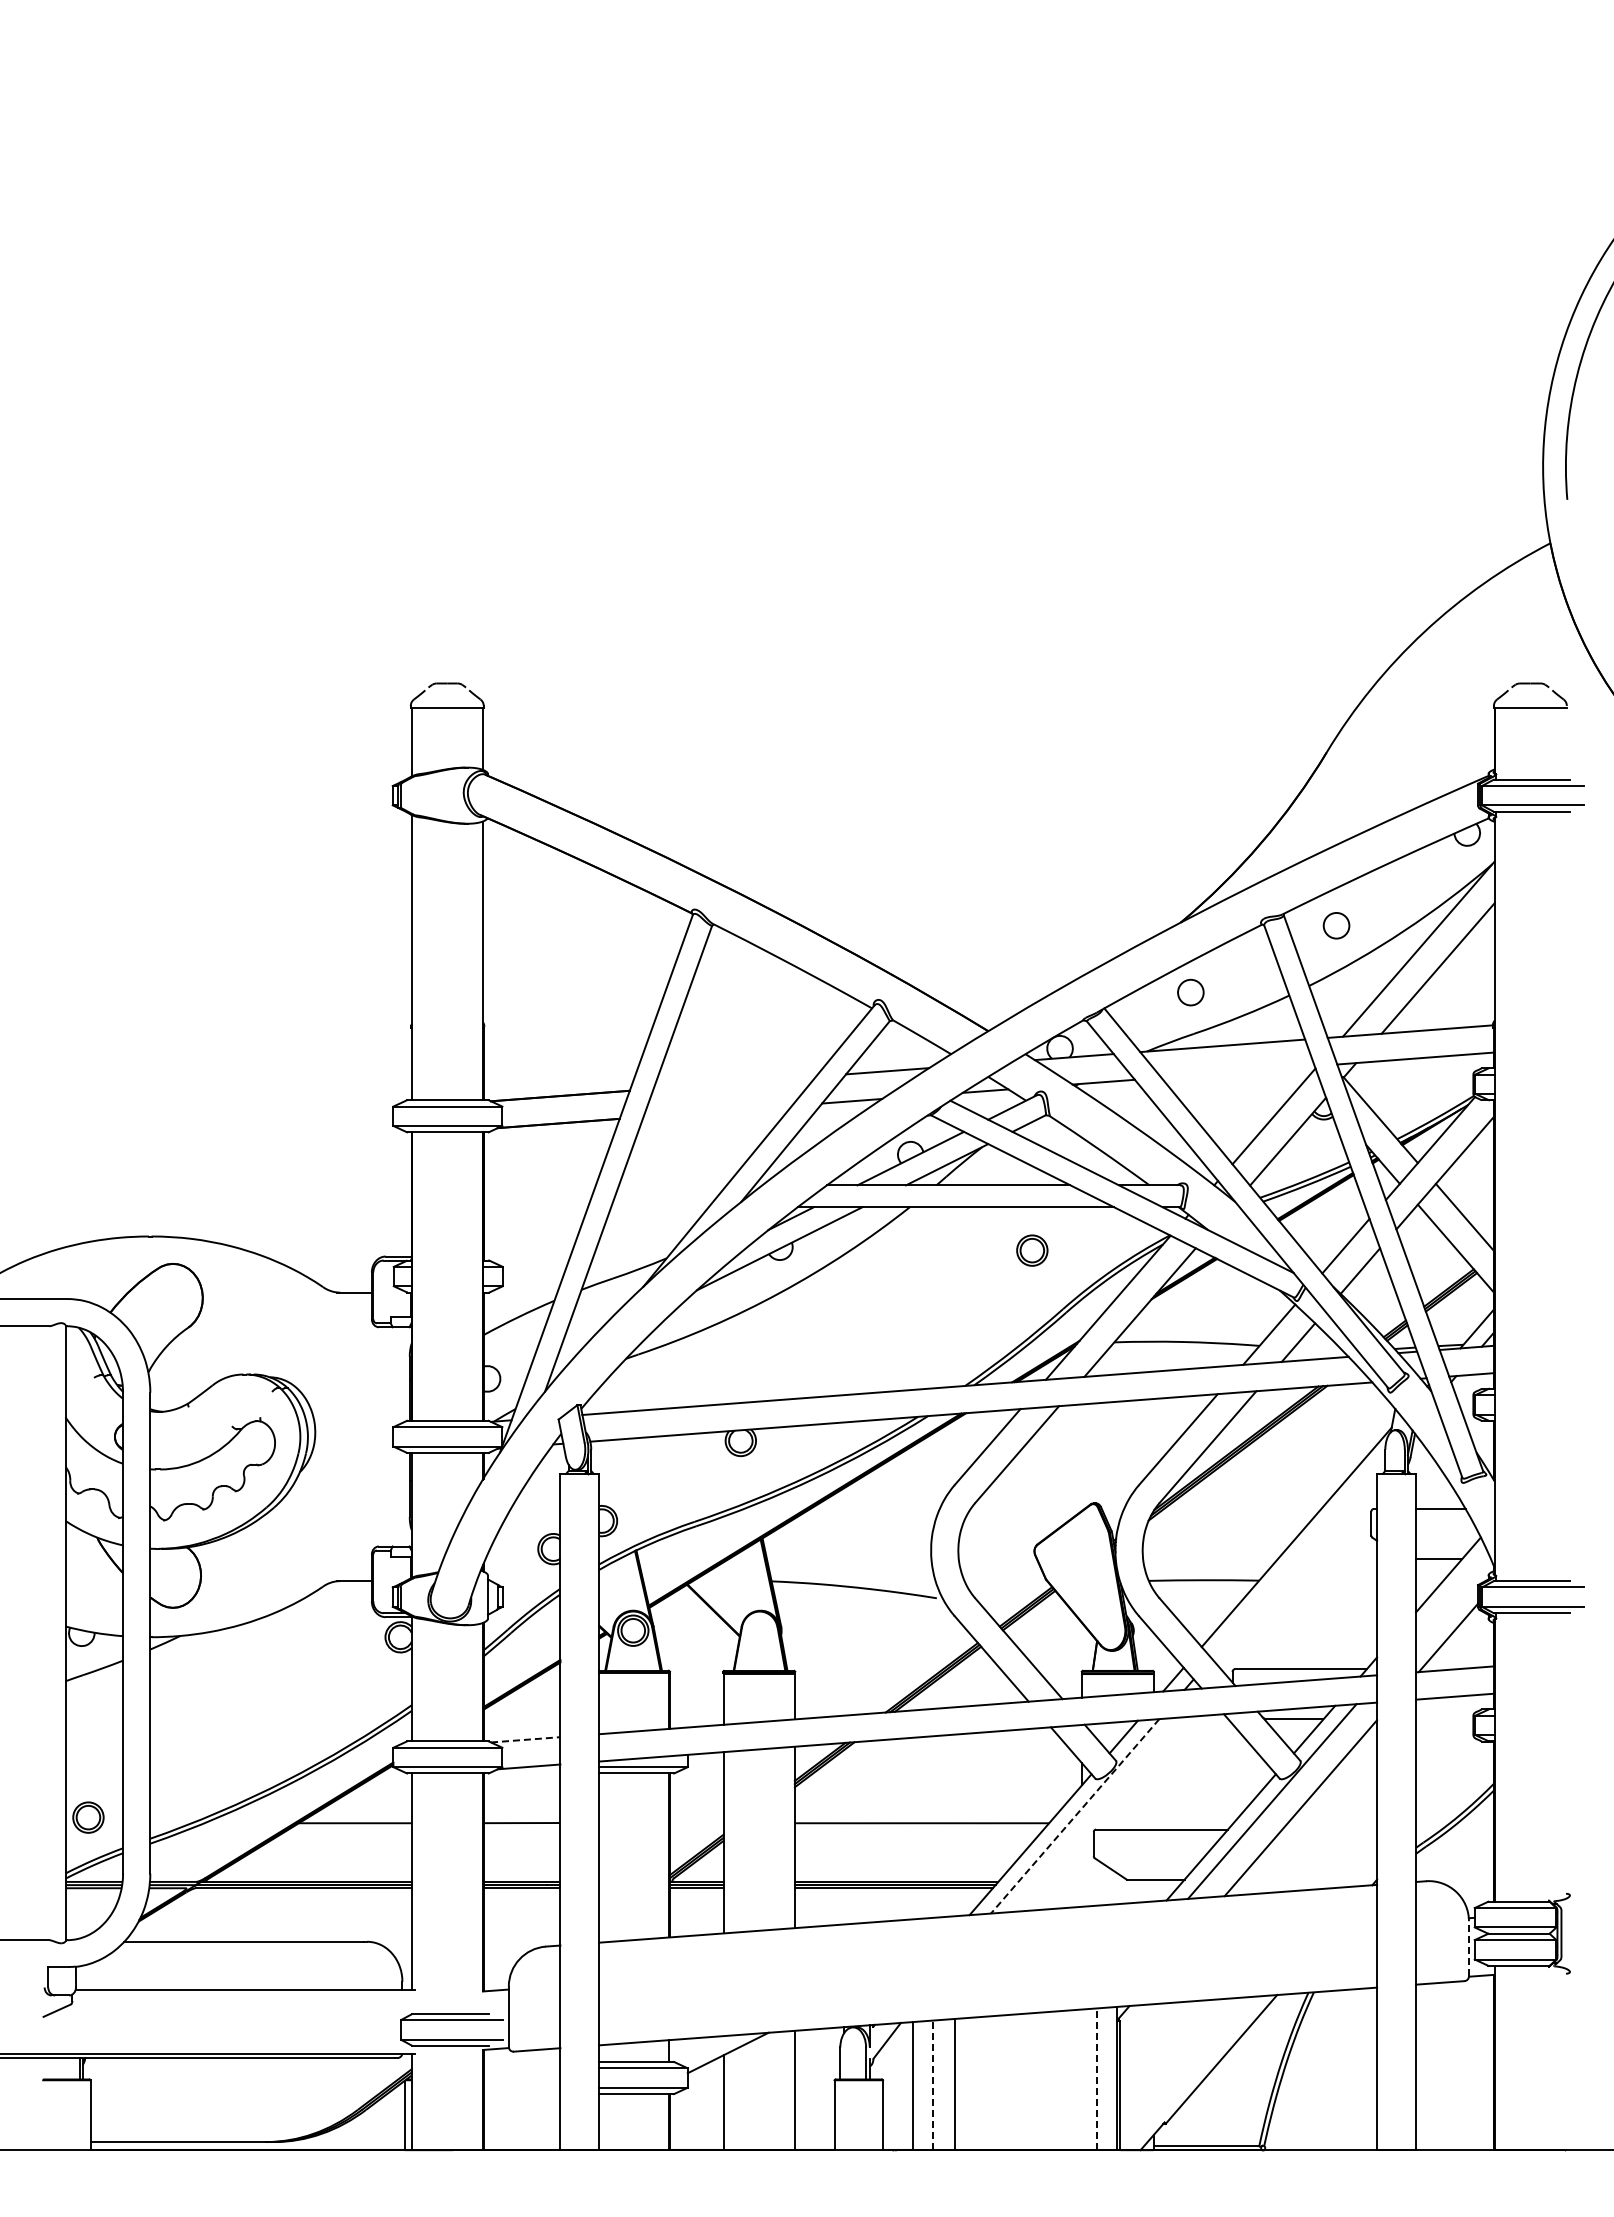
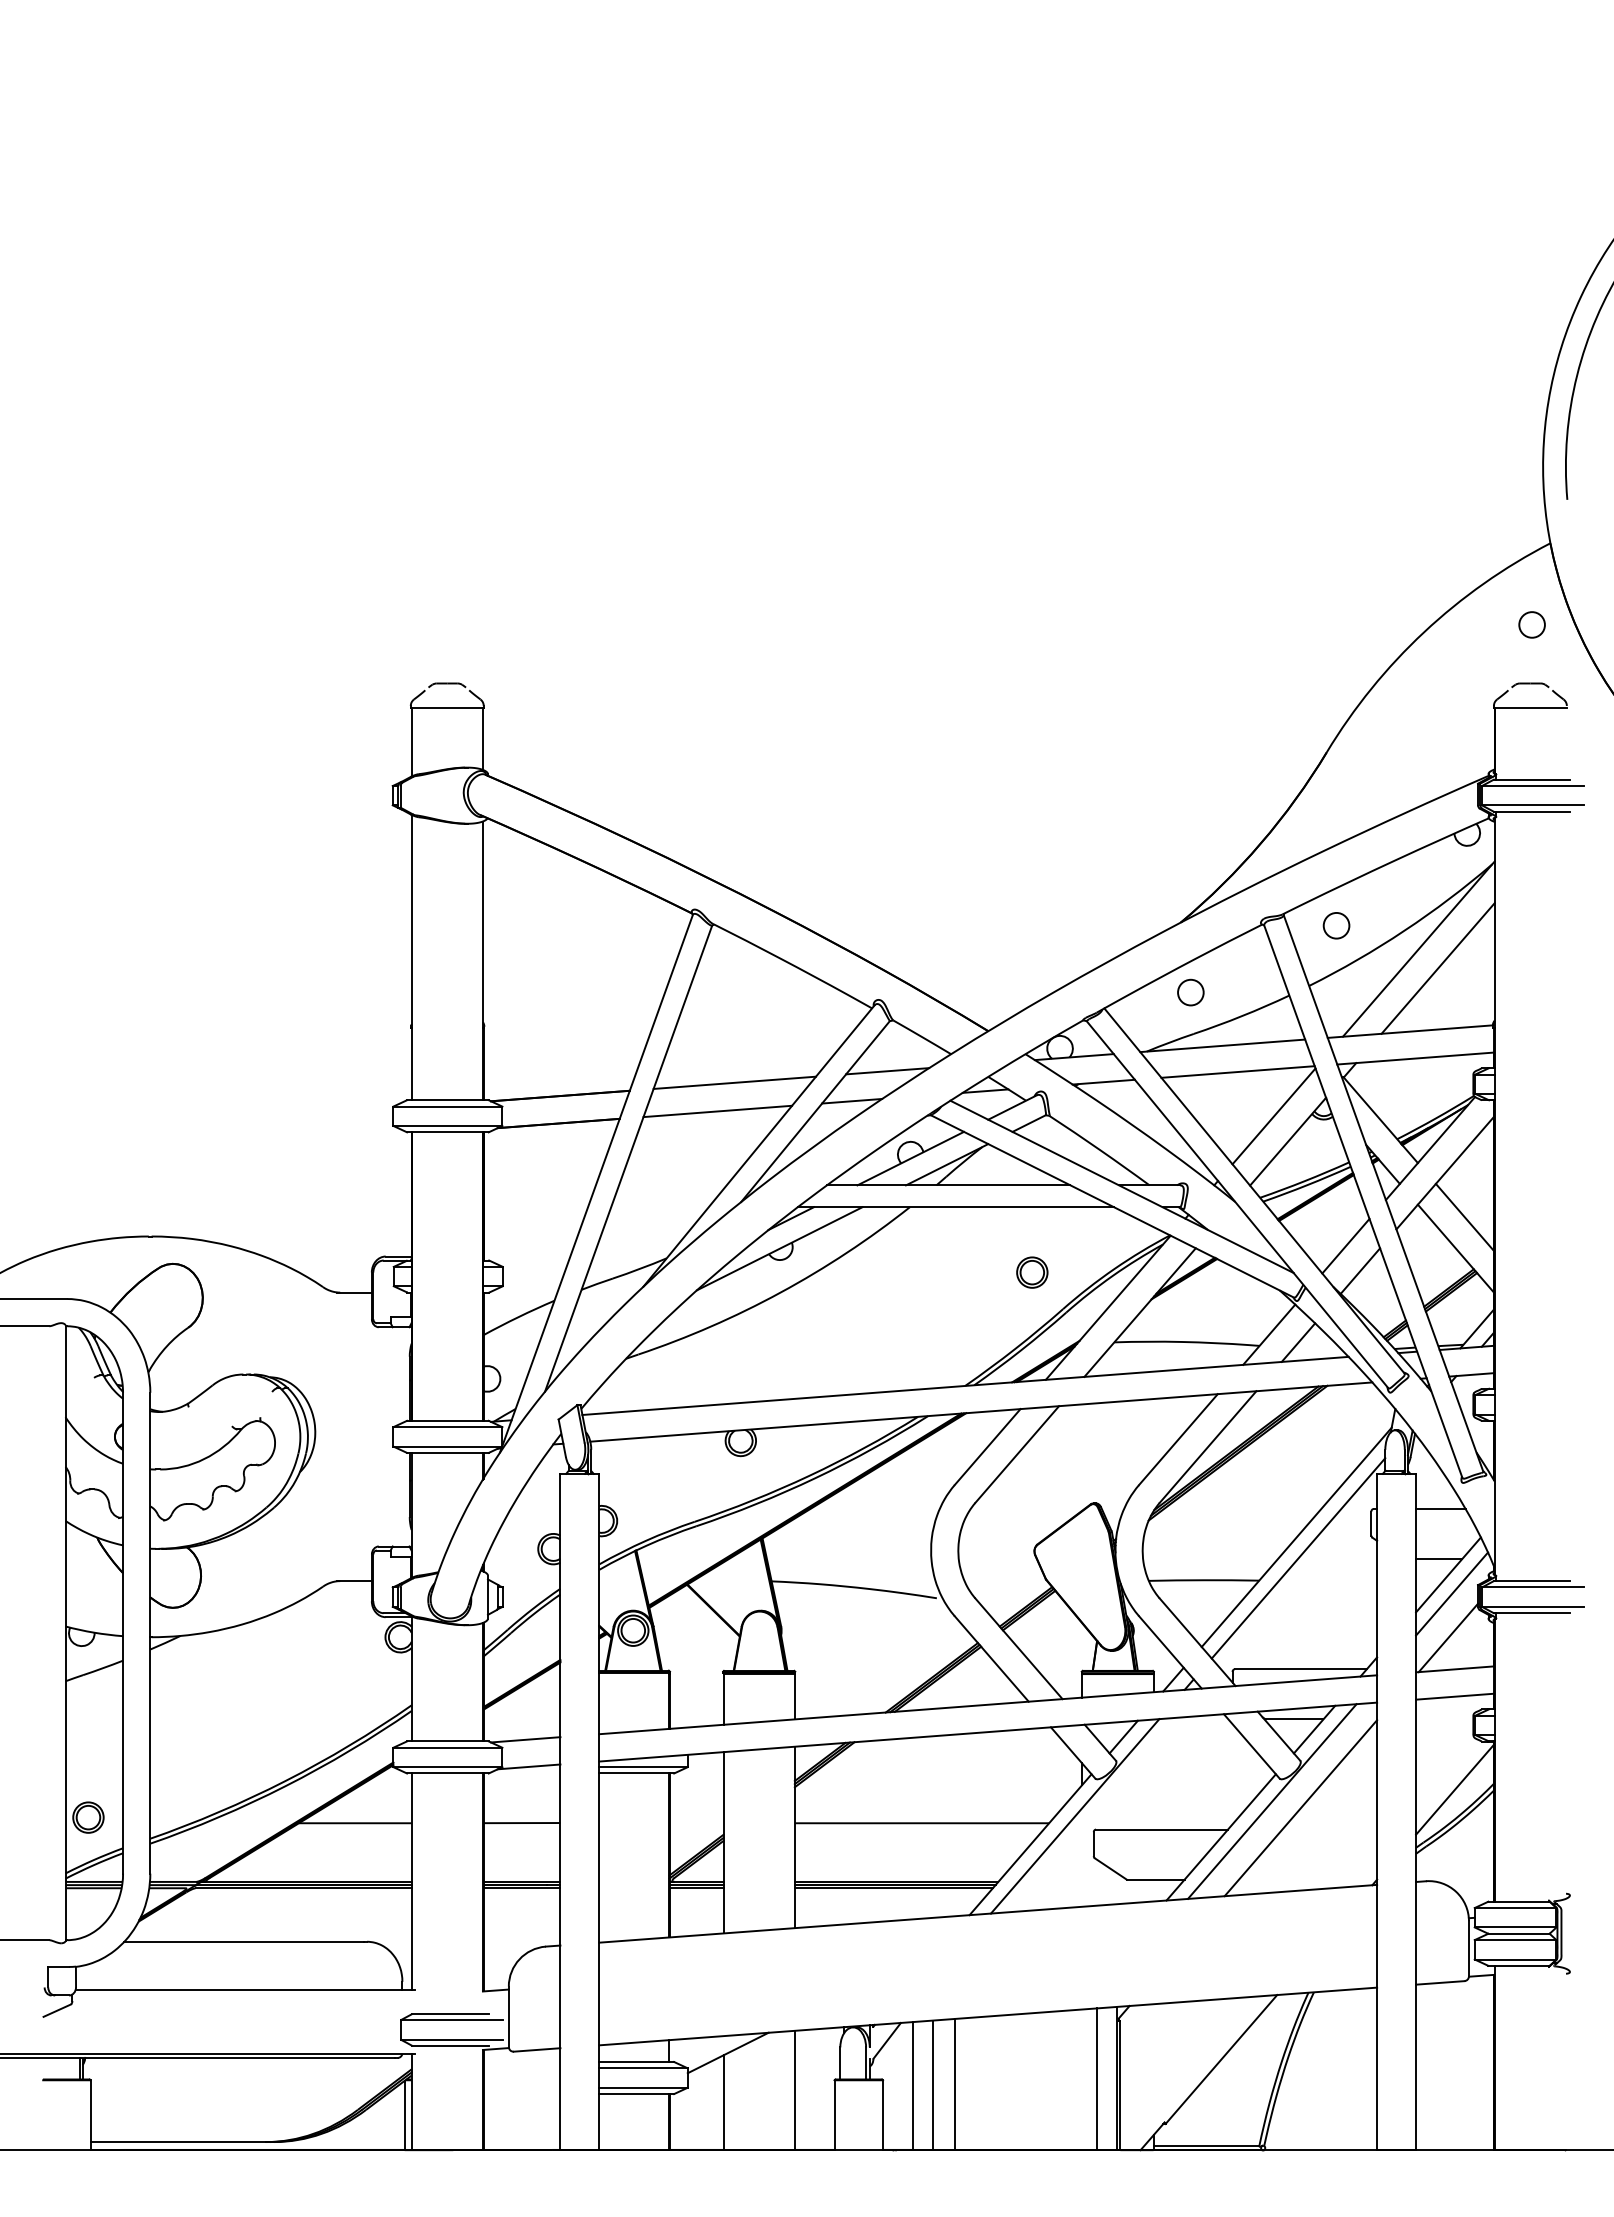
circle at (1531, 624): none -> present
line at (1237, 1071): none -> present
line at (734, 1082): none -> present
line at (717, 1111): none -> present
part at (1032, 1250) position: (1032, 1250) -> (1032, 1272)
line at (1298, 1558): none -> present
line at (1452, 1593): none -> present
line at (525, 1739): dashed -> solid
line at (1454, 1789): none -> present
line at (1075, 1816): dashed -> solid
line at (1468, 1948): dashed -> solid
line at (1097, 2079): dashed -> solid
line at (932, 2085): dashed -> solid
